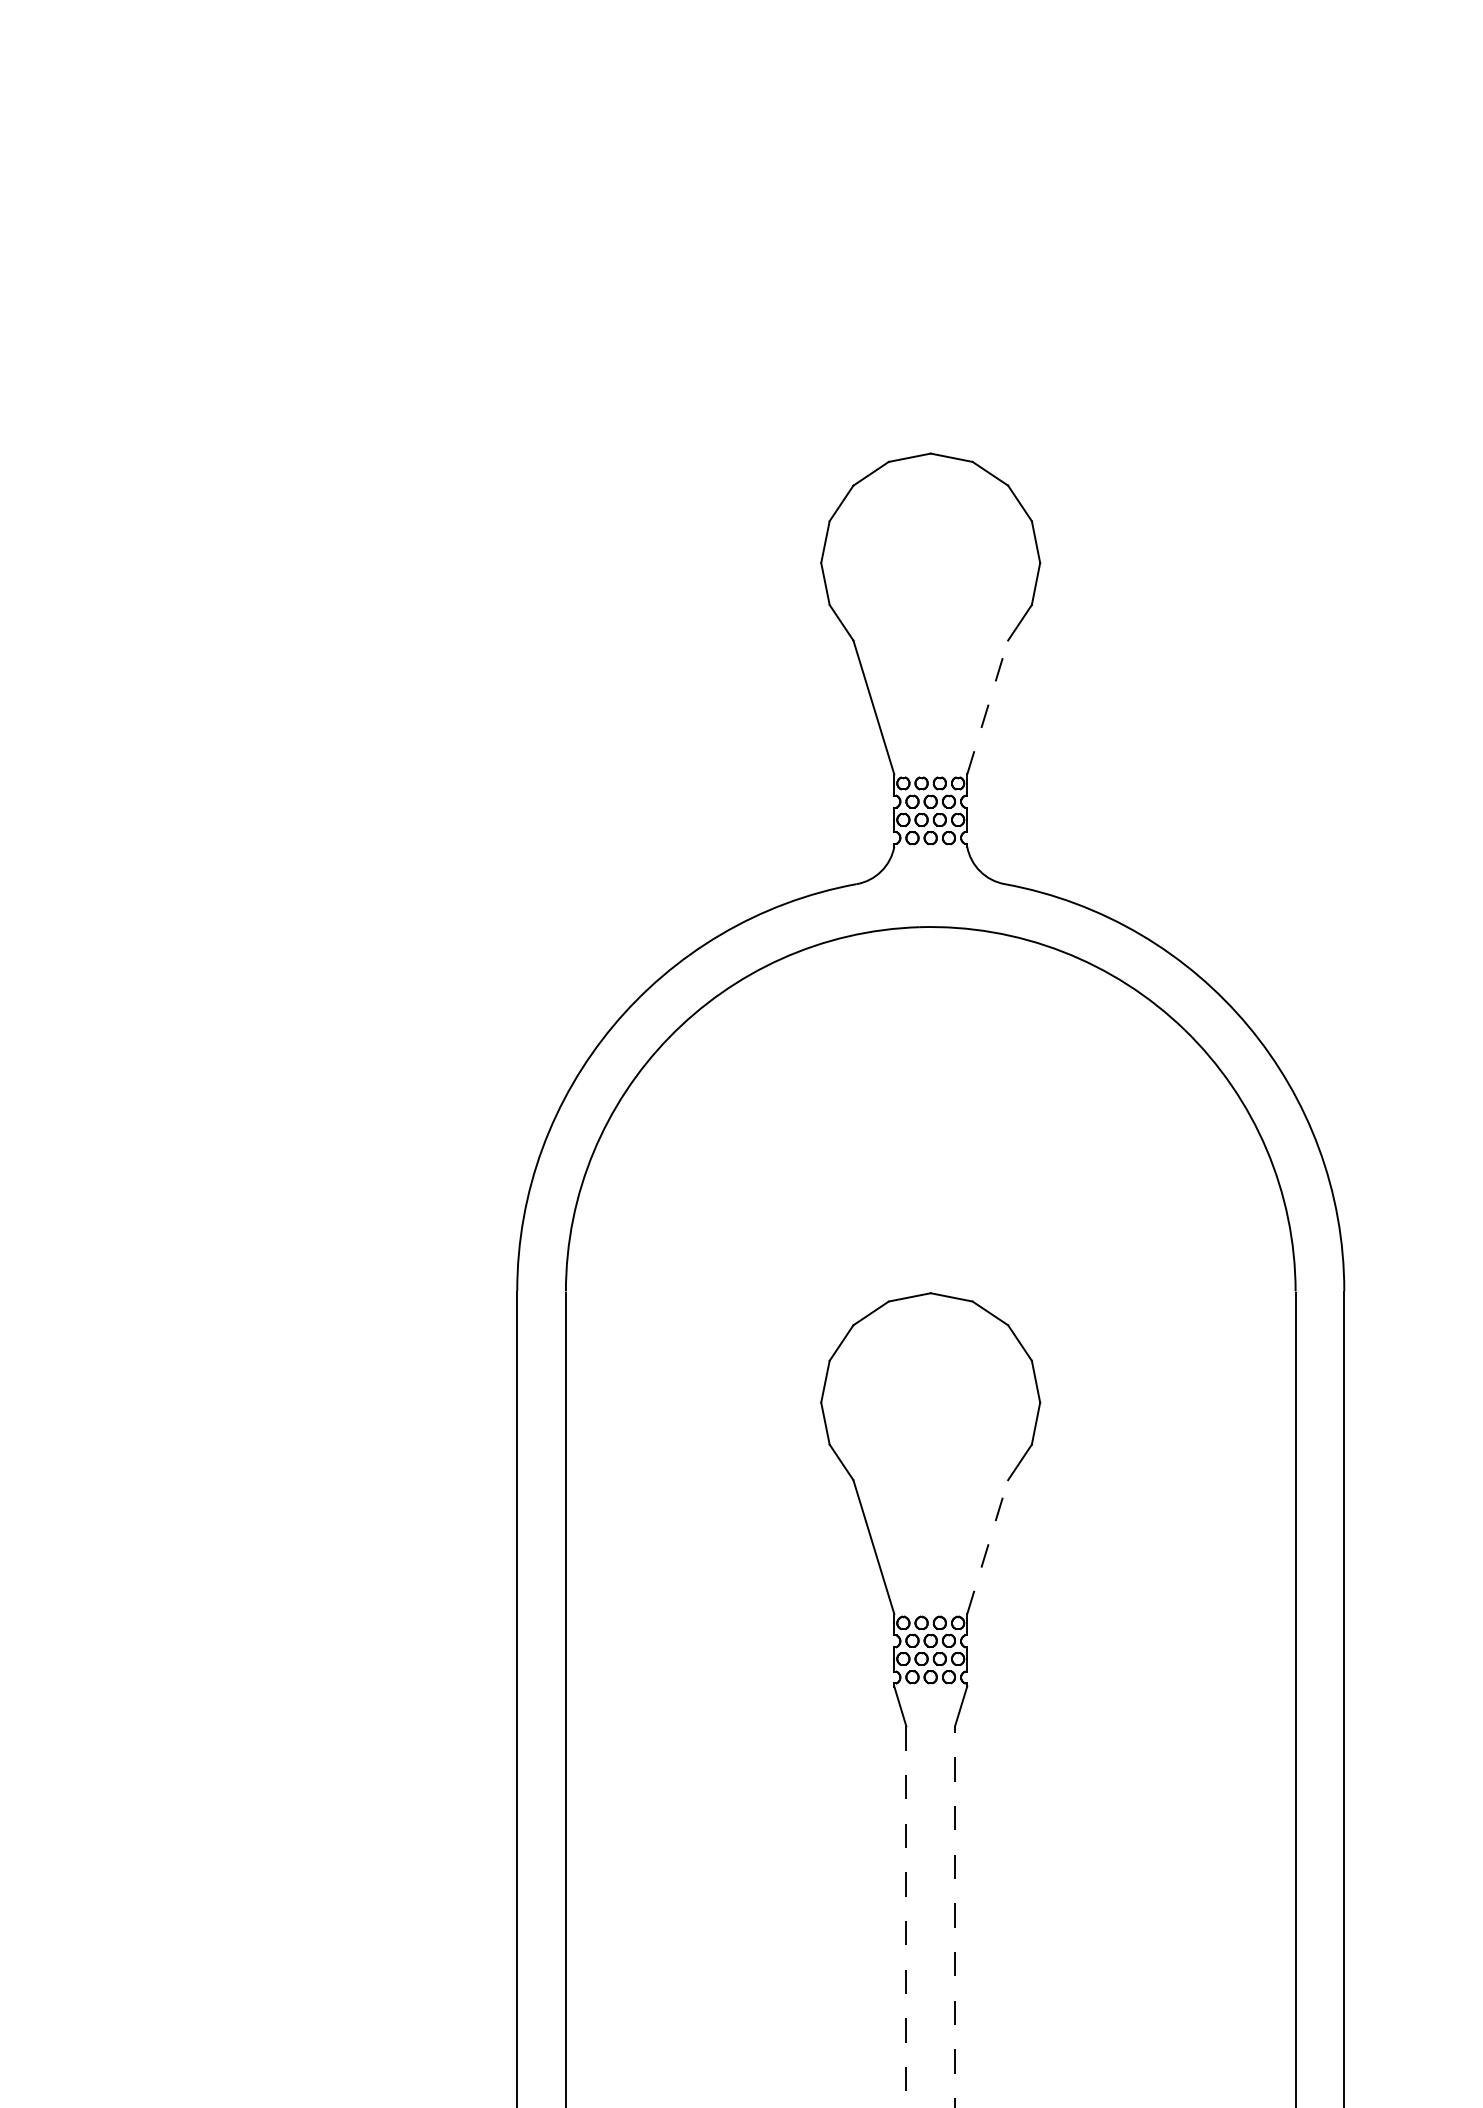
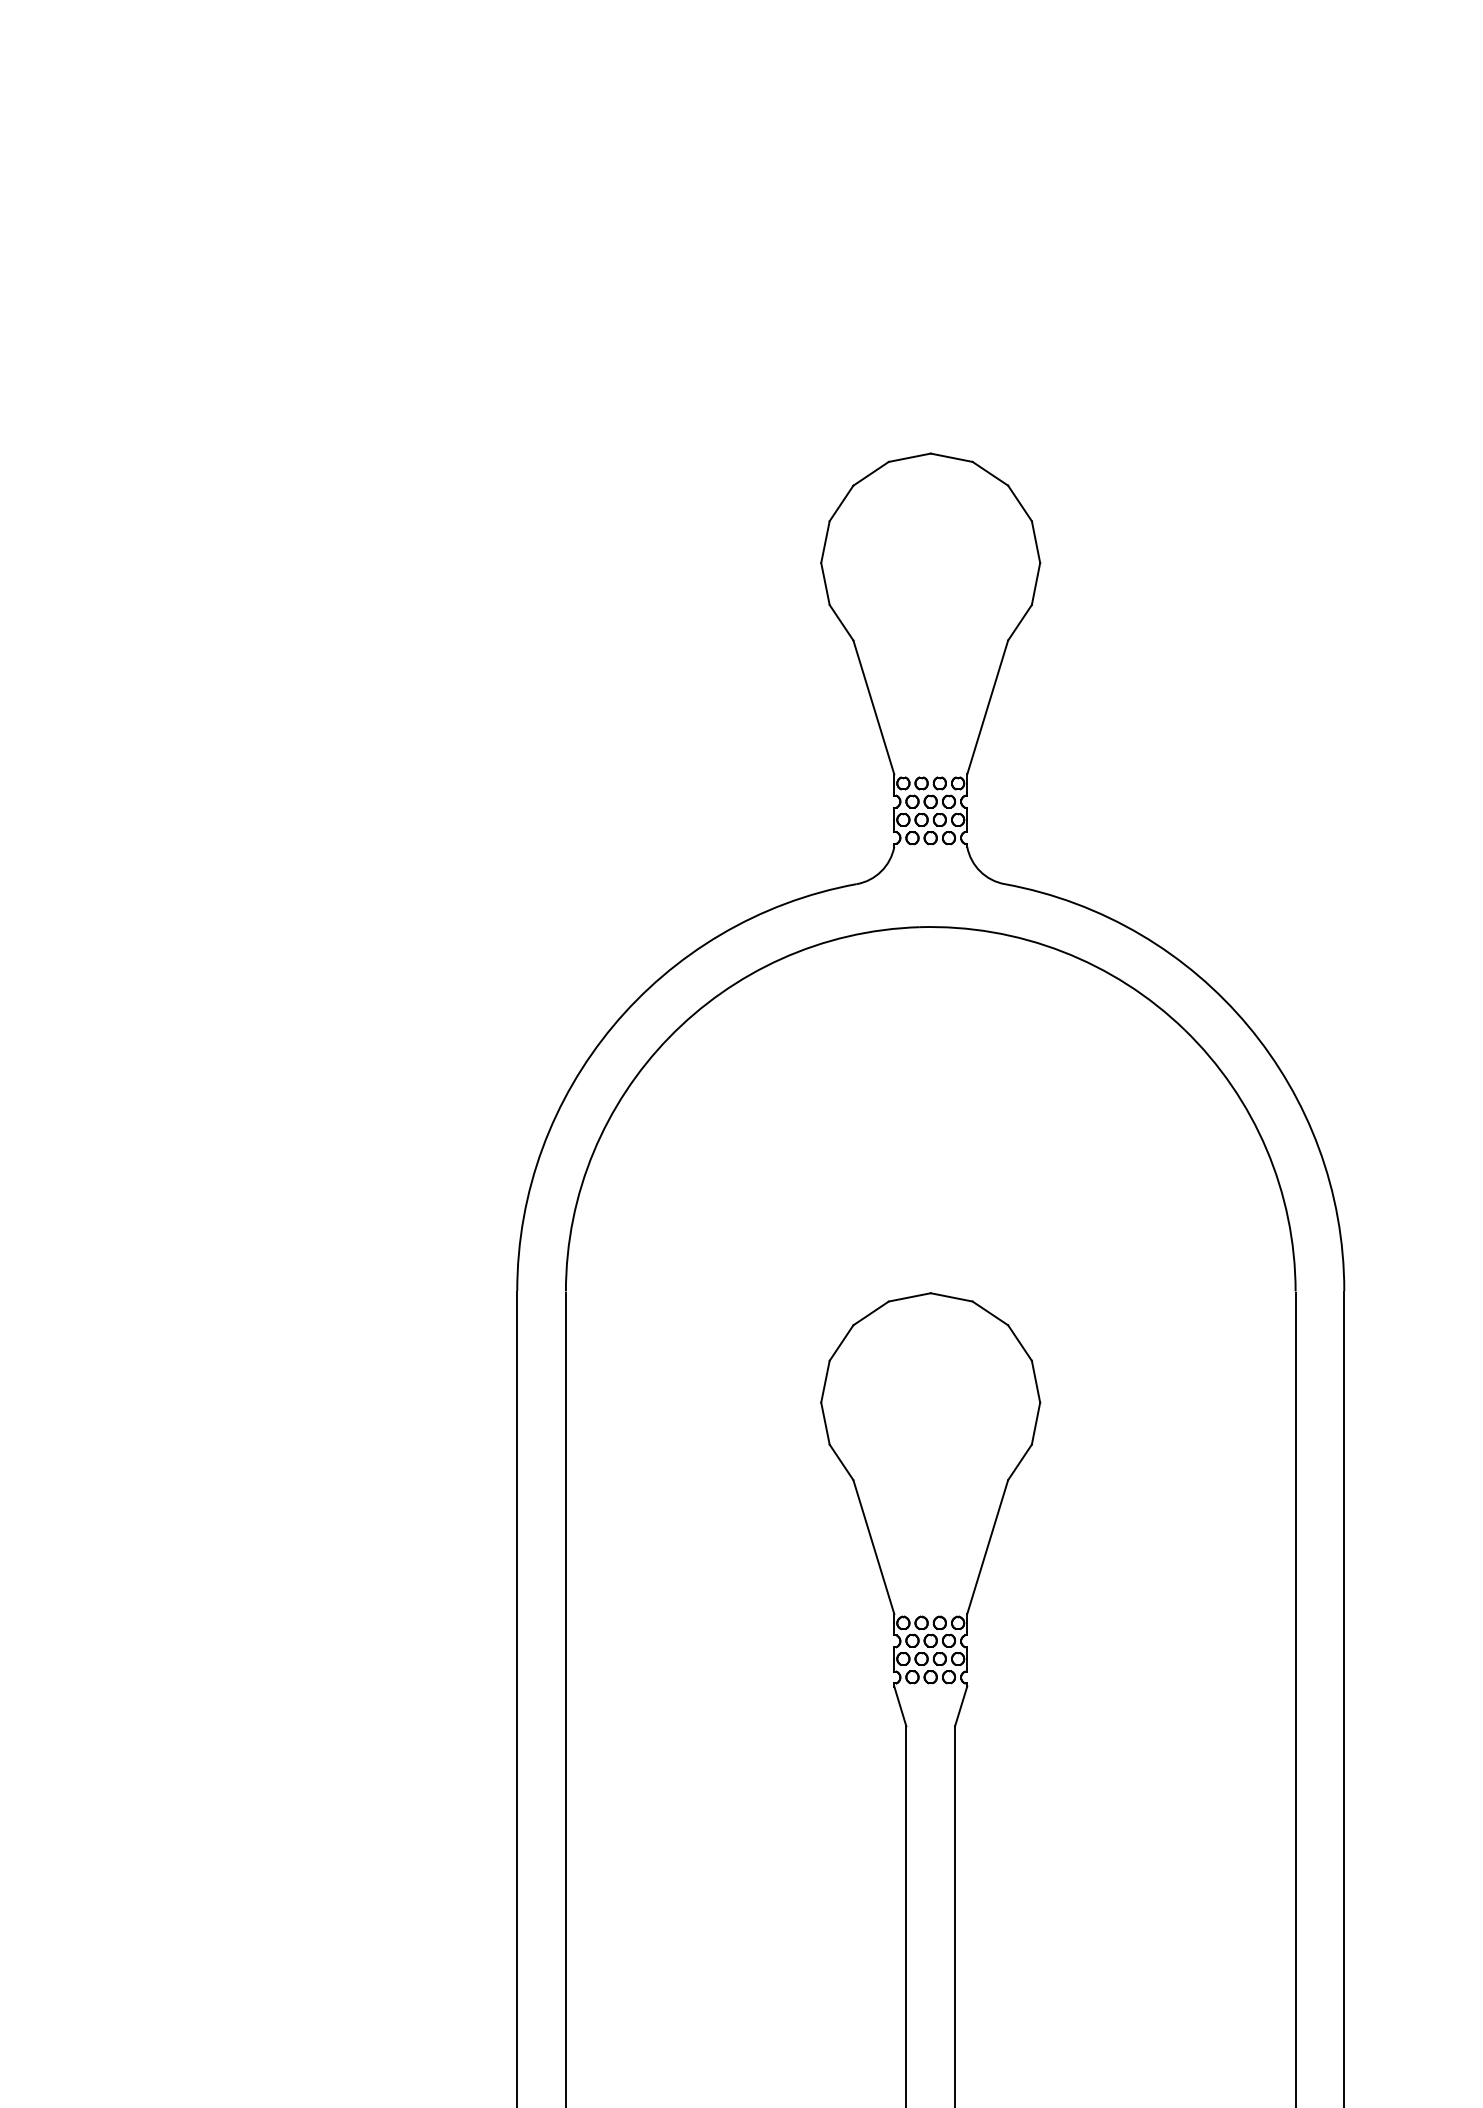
line at (987, 707): dashed -> solid
line at (987, 1546): dashed -> solid
line at (955, 1916): dashed -> solid
line at (906, 1917): dashed -> solid
